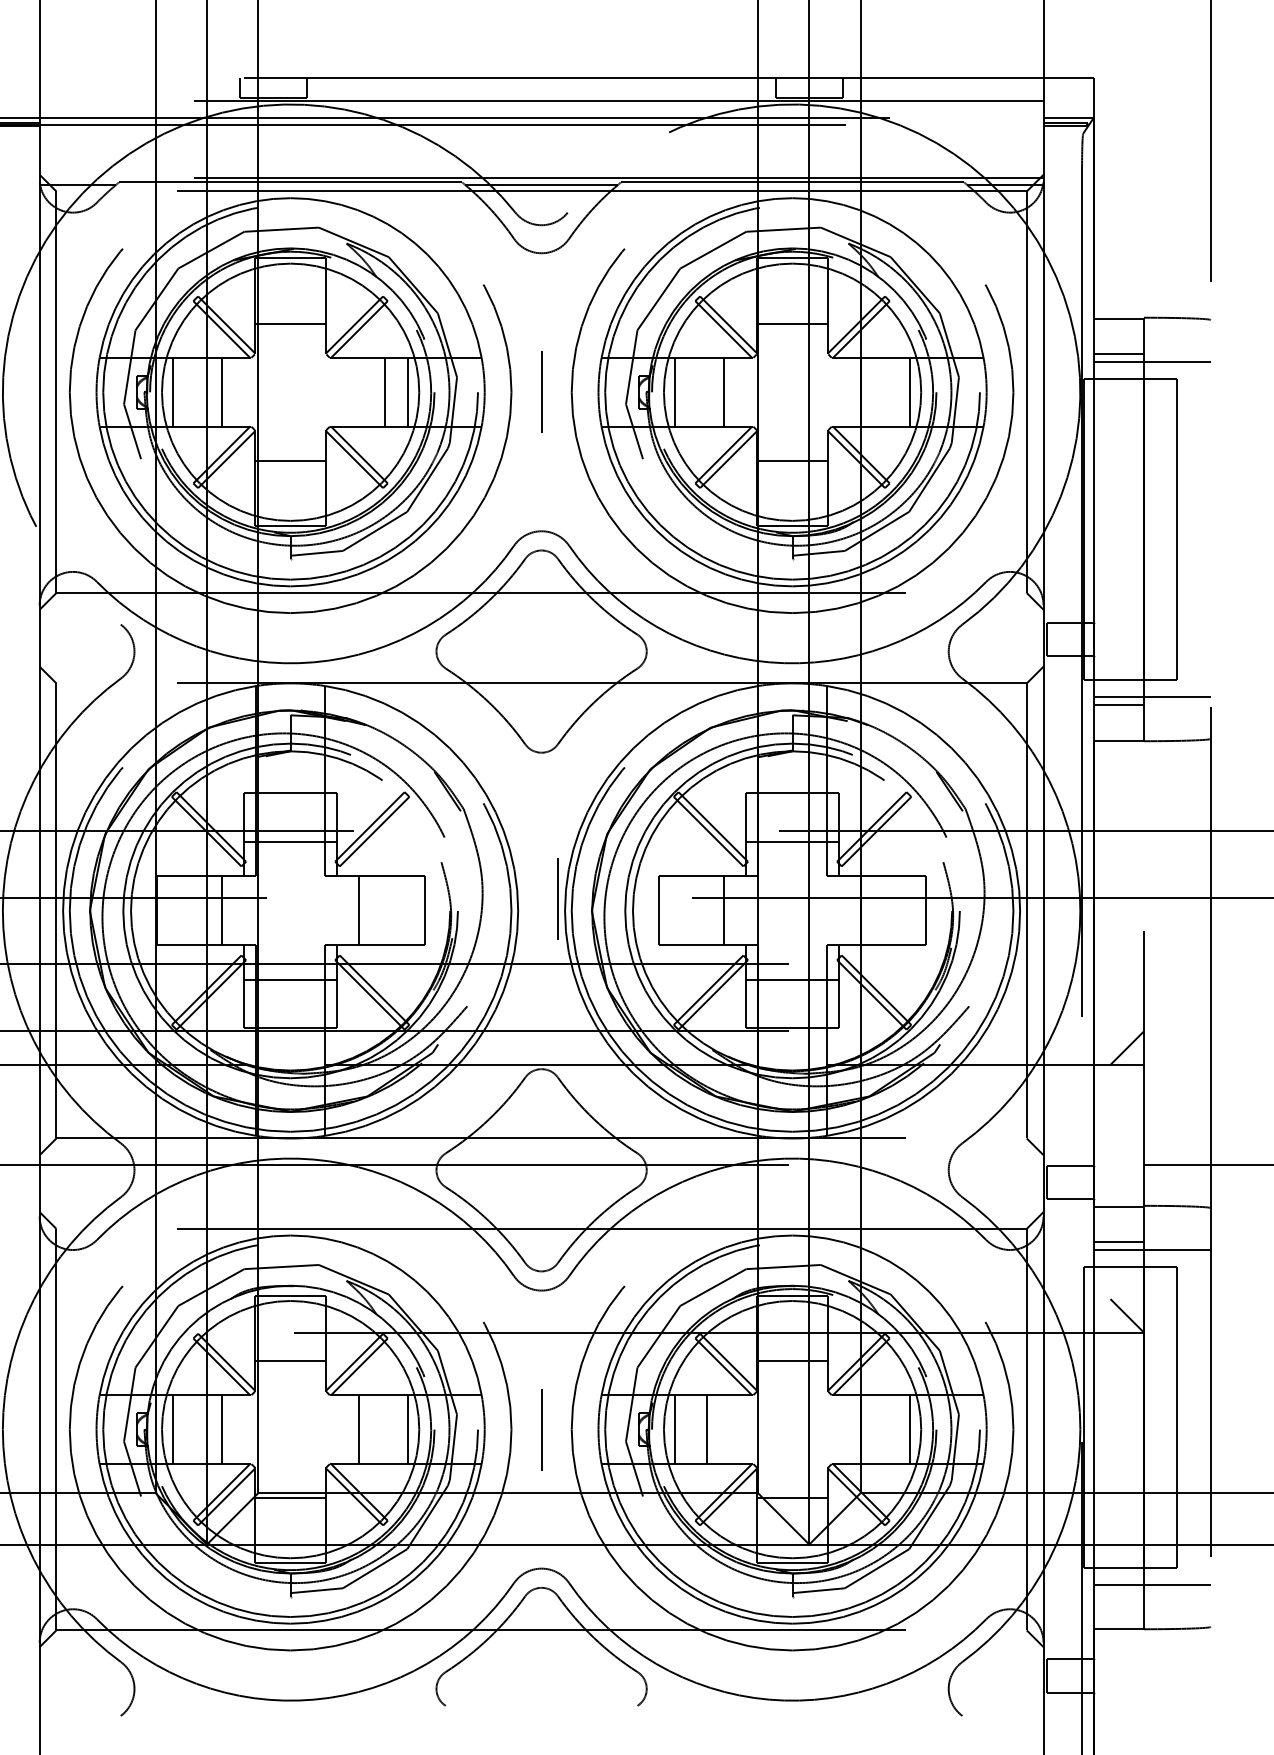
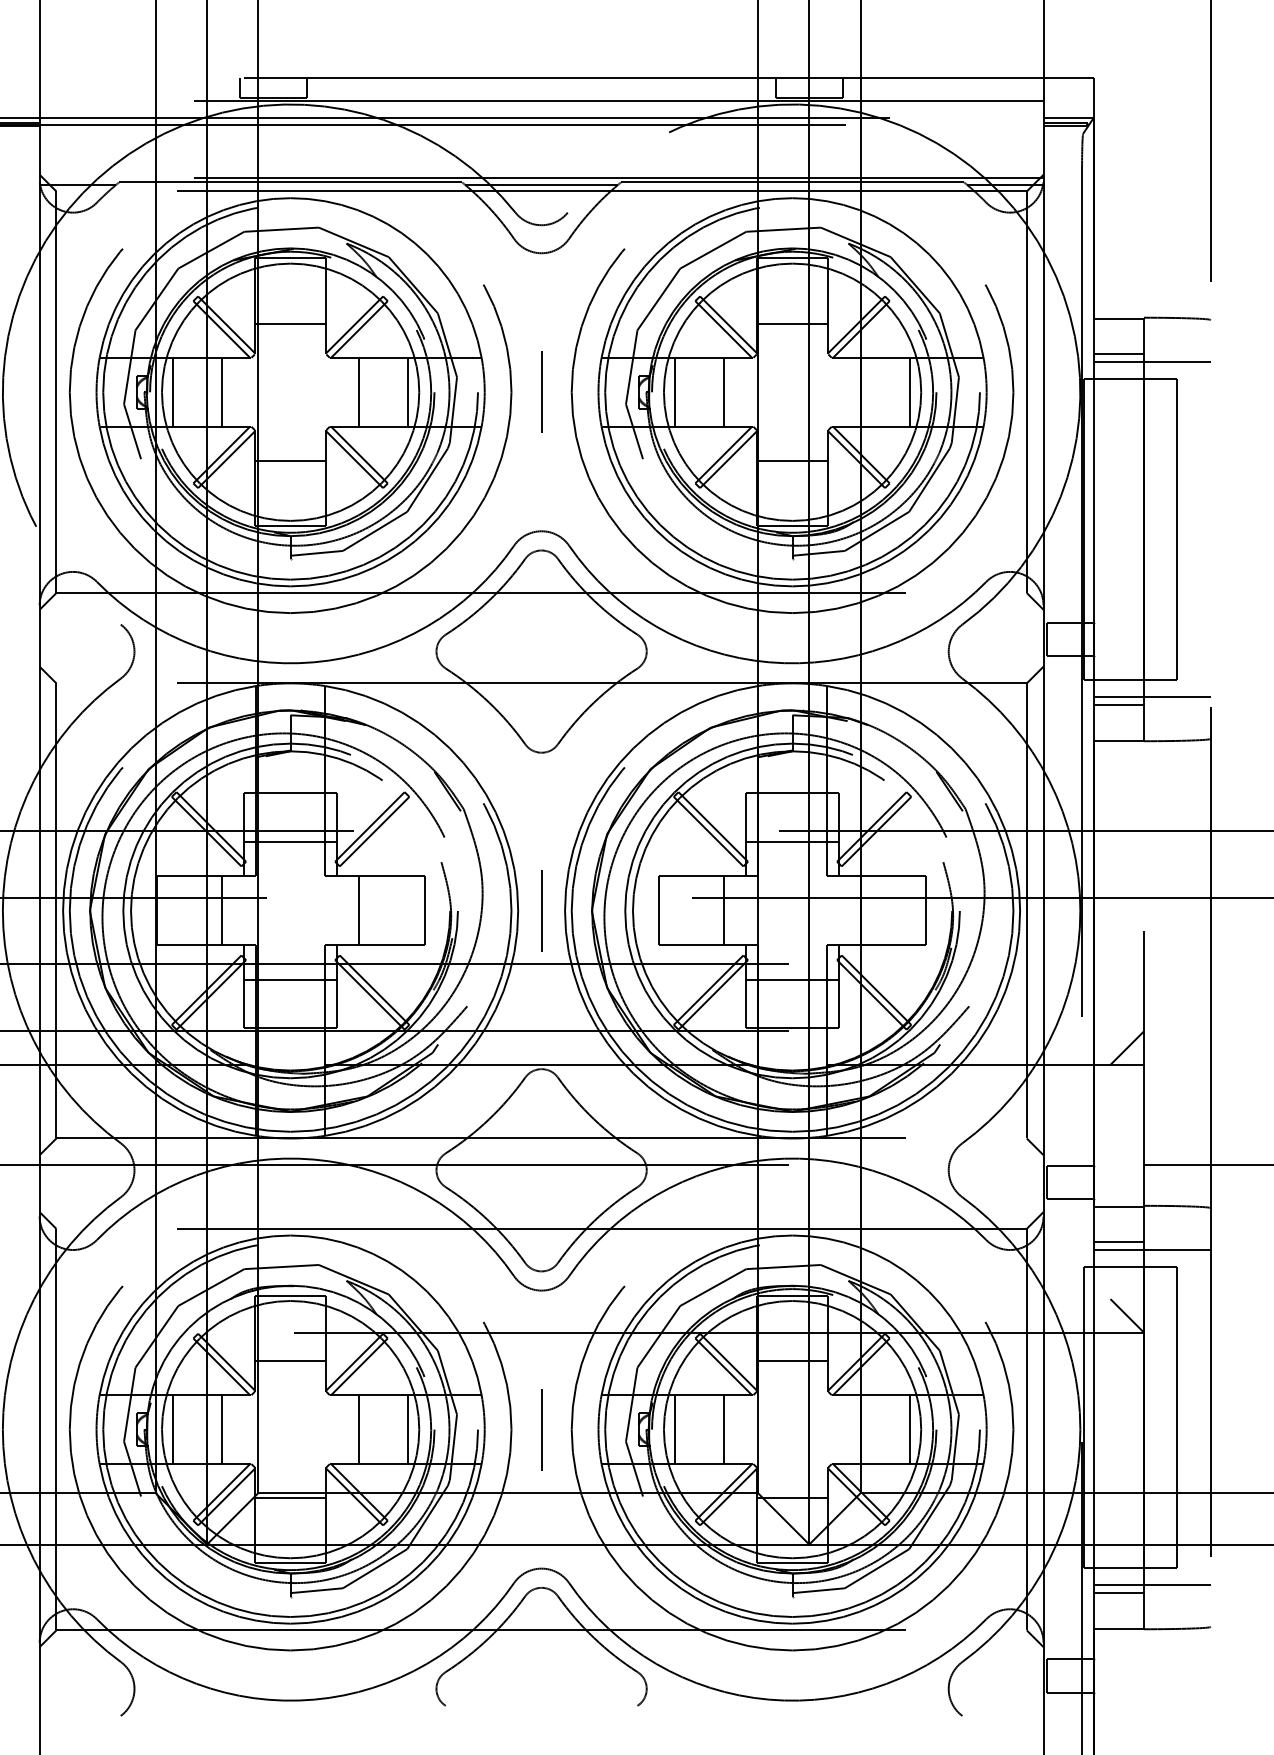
line at (385, 391) position: (385, 391) -> (359, 391)
line at (557, 898) position: (557, 898) -> (541, 910)
line at (706, 1429) position: (706, 1429) -> (723, 1429)
line at (1118, 1592): none -> present
